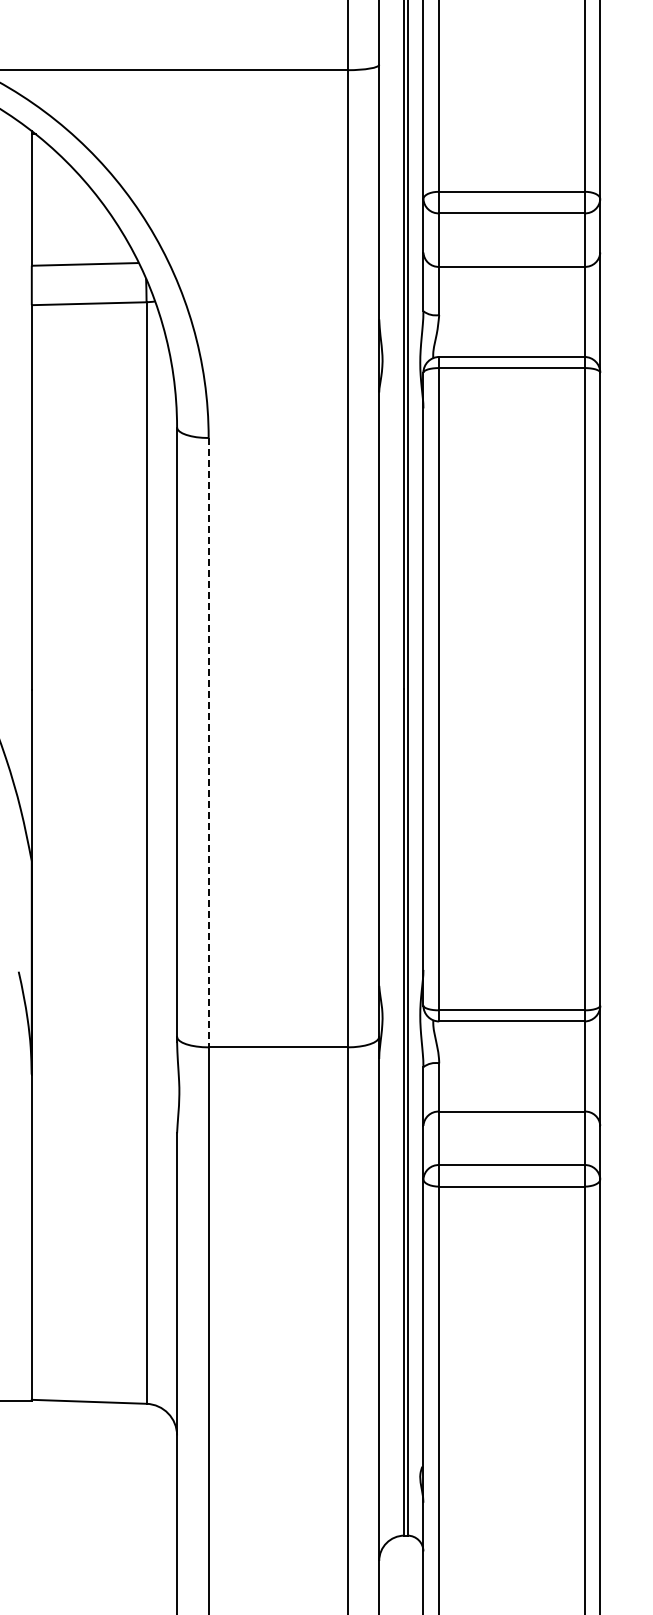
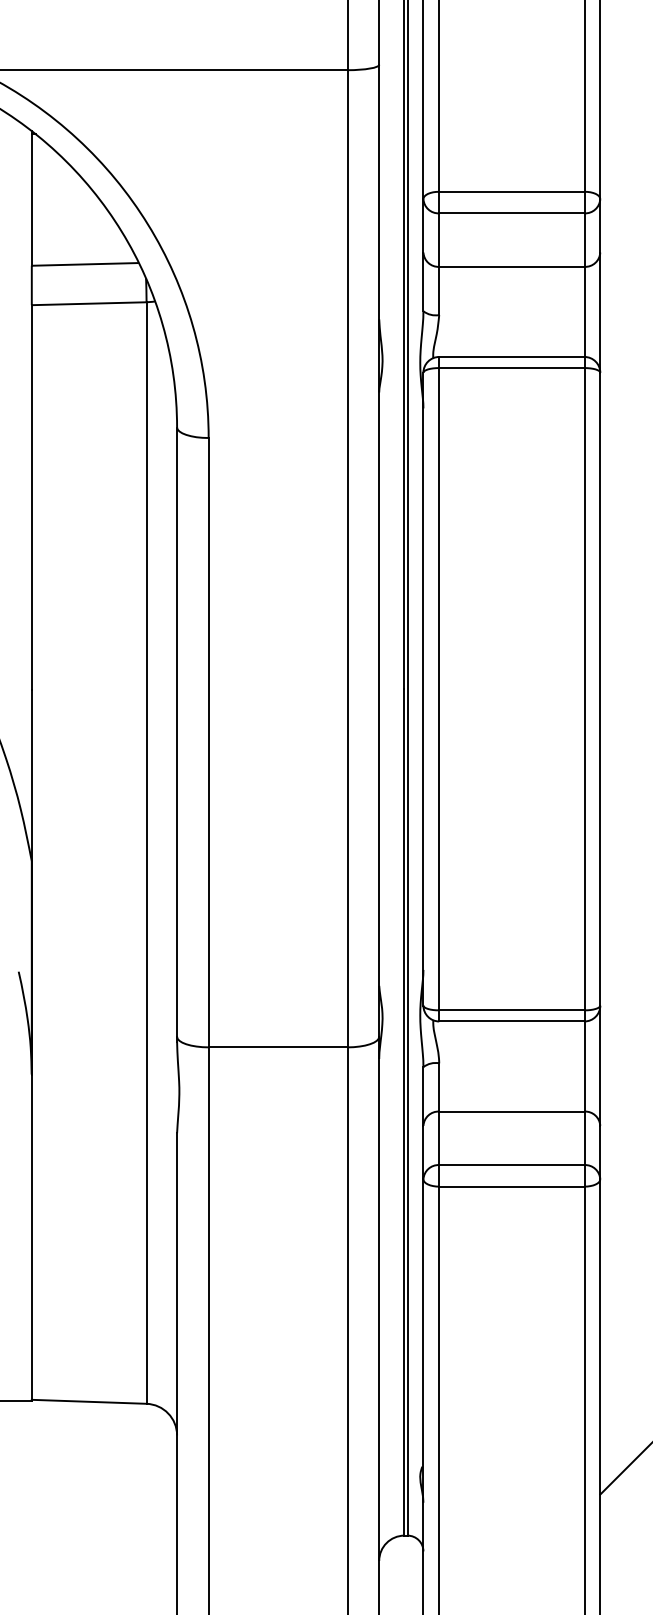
line at (208, 742): dashed -> solid
line at (624, 1469): none -> present
